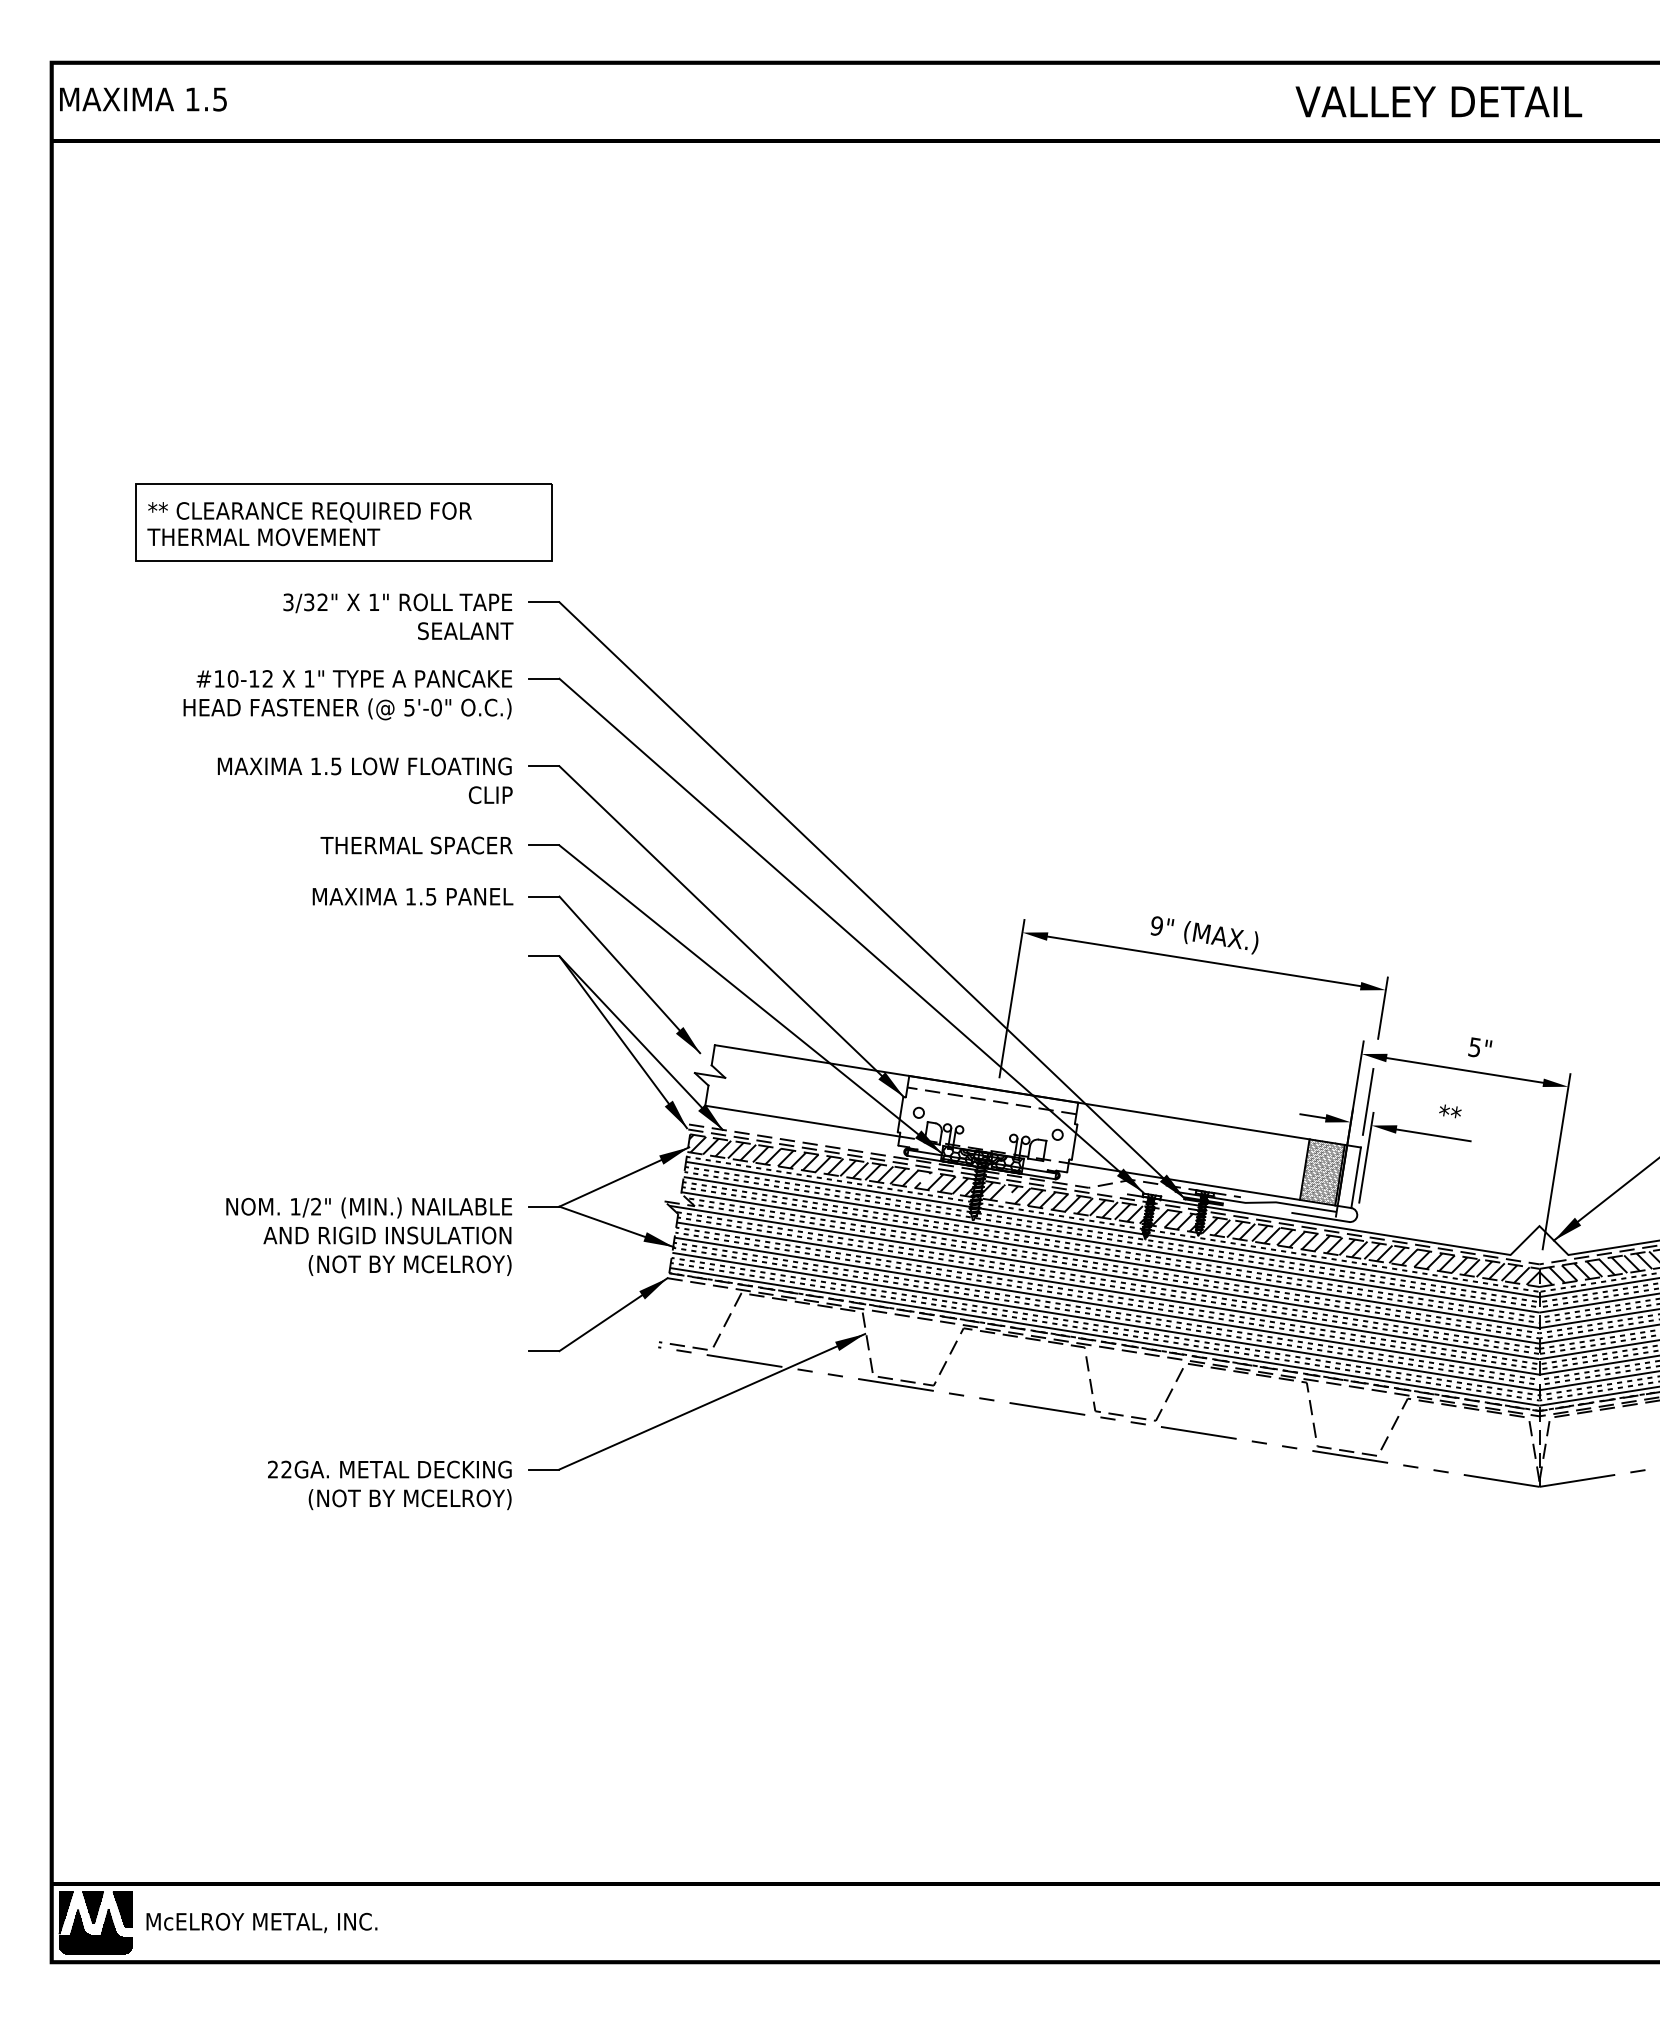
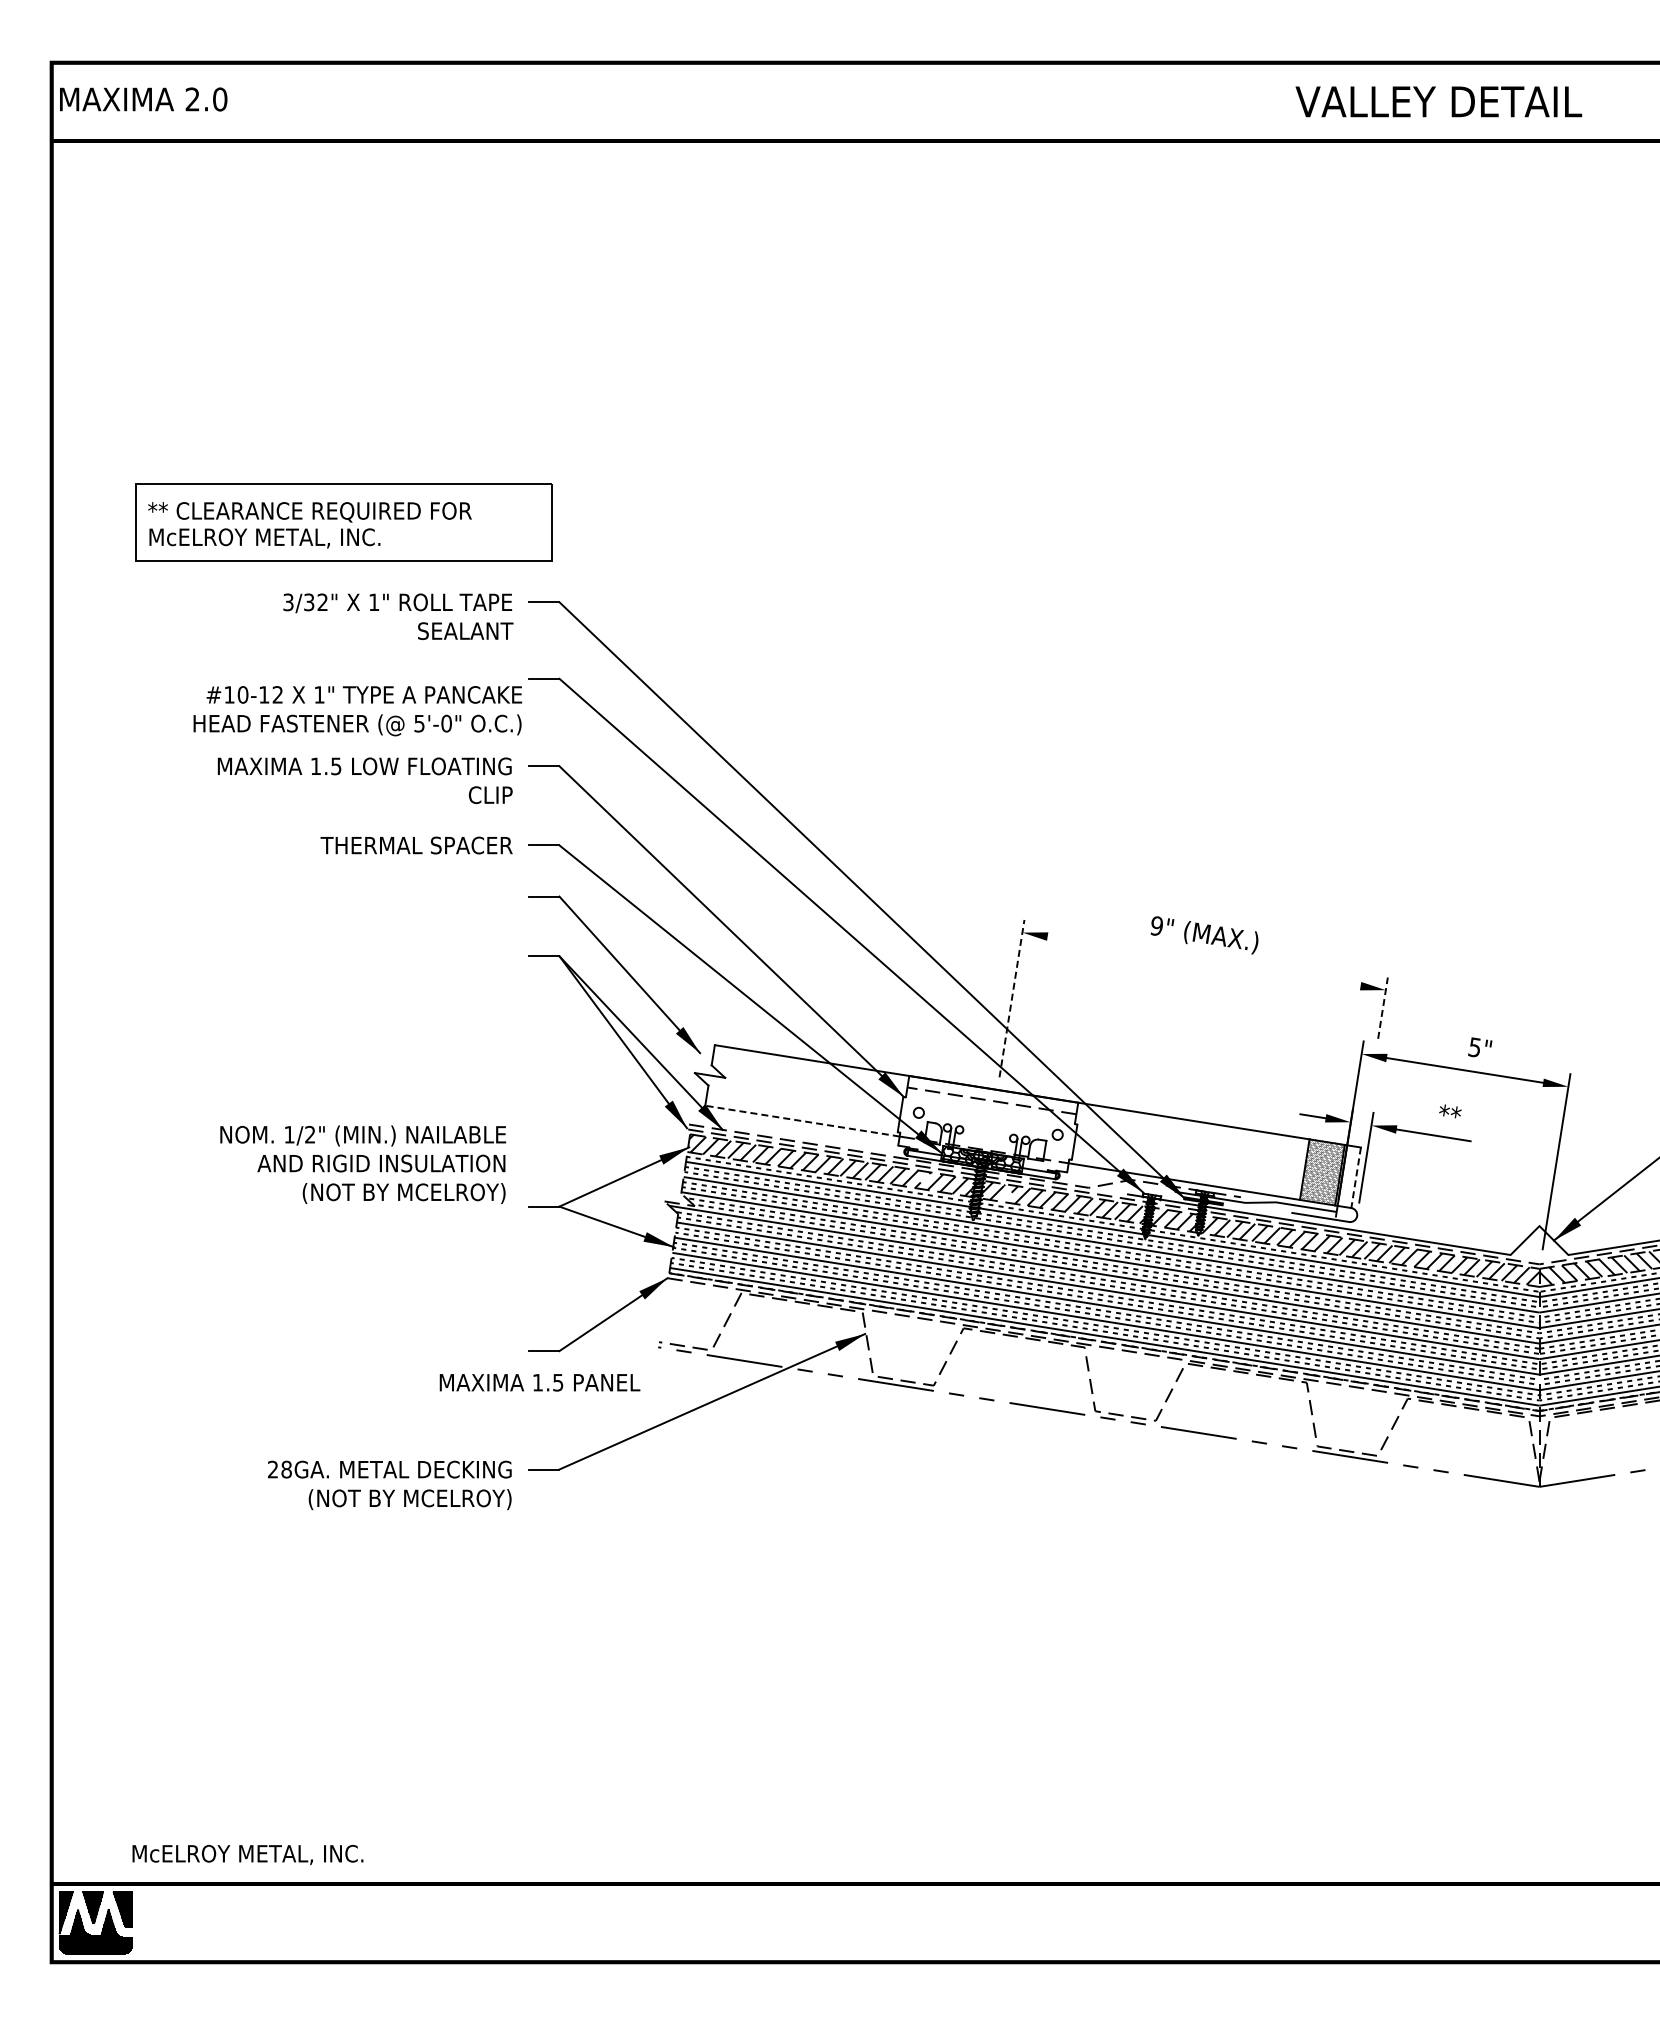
text at (206, 99): 1.5 -> 2.0
text at (263, 538): THERMAL MOVEMENT -> McELROY METAL, INC.
text at (347, 695) position: (347, 695) -> (357, 711)
text at (412, 896) position: (412, 896) -> (539, 1382)
line at (1203, 961): present -> none
line at (1011, 998): solid -> dashed
line at (1383, 1007): solid -> dashed
line at (1367, 1101): present -> none
line at (802, 1121): solid -> dashed
line at (1356, 1177): solid -> dashed
text at (369, 1236) position: (369, 1236) -> (363, 1164)
text at (286, 1469): 22GA. -> 28GA.
text at (261, 1923) position: (261, 1923) -> (247, 1855)
